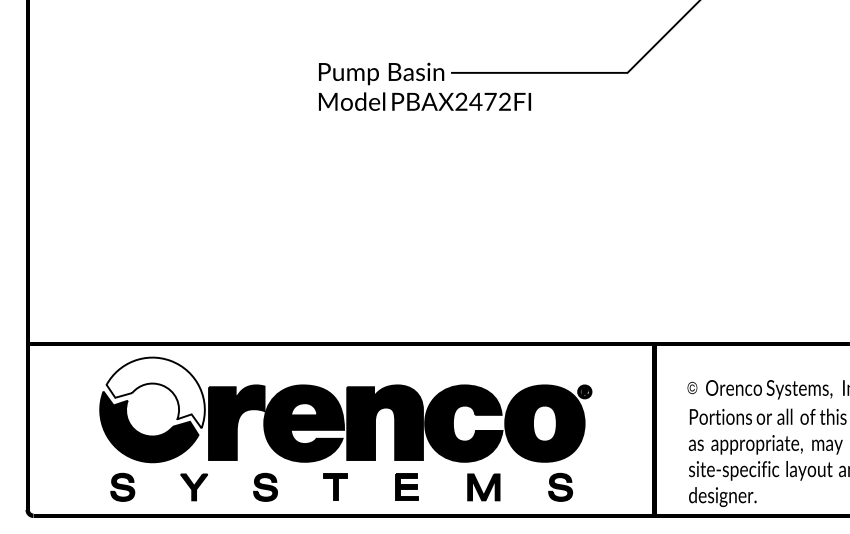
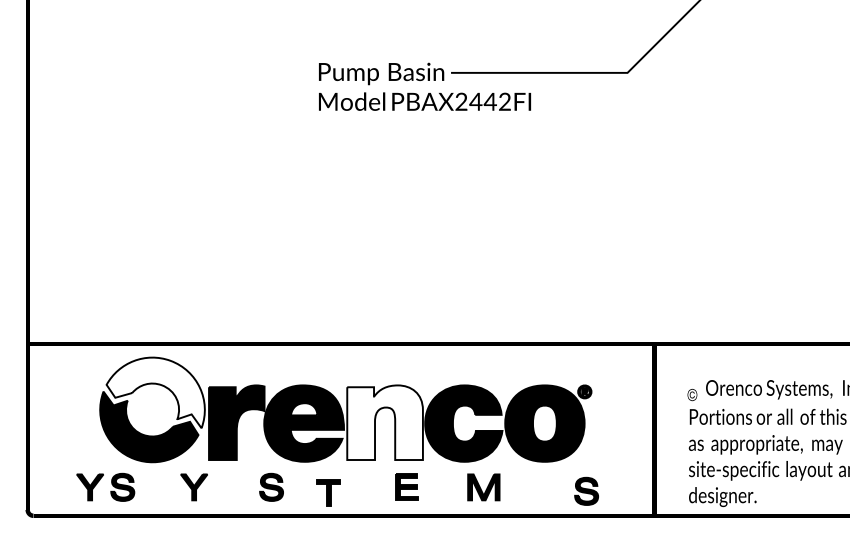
text at (489, 101): PBAX2472FI -> PBAX2442FI
text at (692, 388) position: (692, 388) -> (692, 395)
fill at (384, 422): present -> none
part at (265, 486) position: (265, 486) -> (271, 486)
part at (335, 486) position: (335, 486) -> (328, 492)
part at (560, 486) position: (560, 486) -> (586, 490)
part at (89, 487): none -> present
